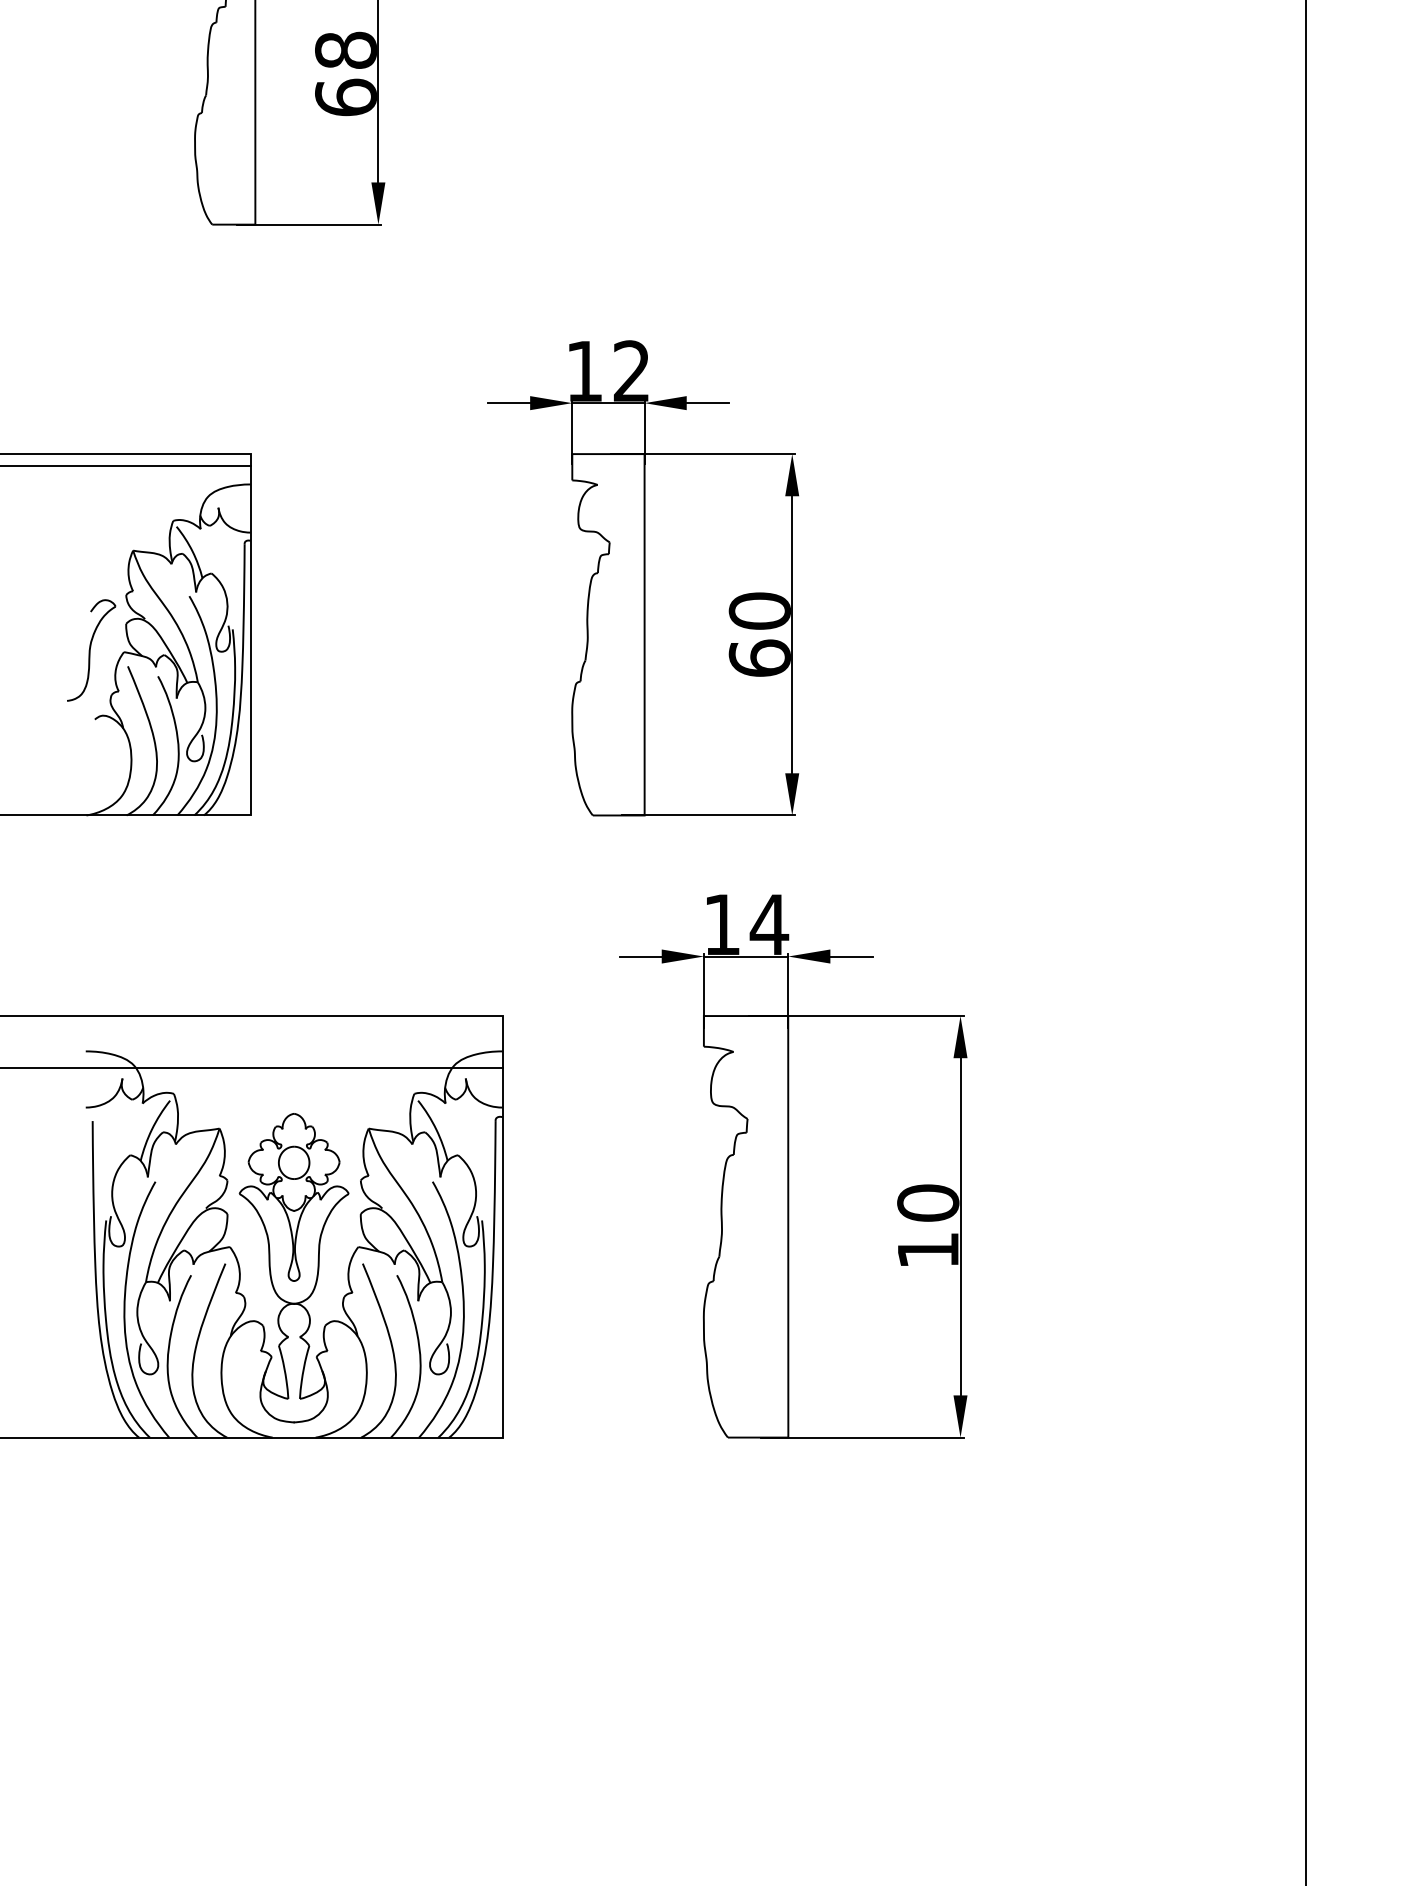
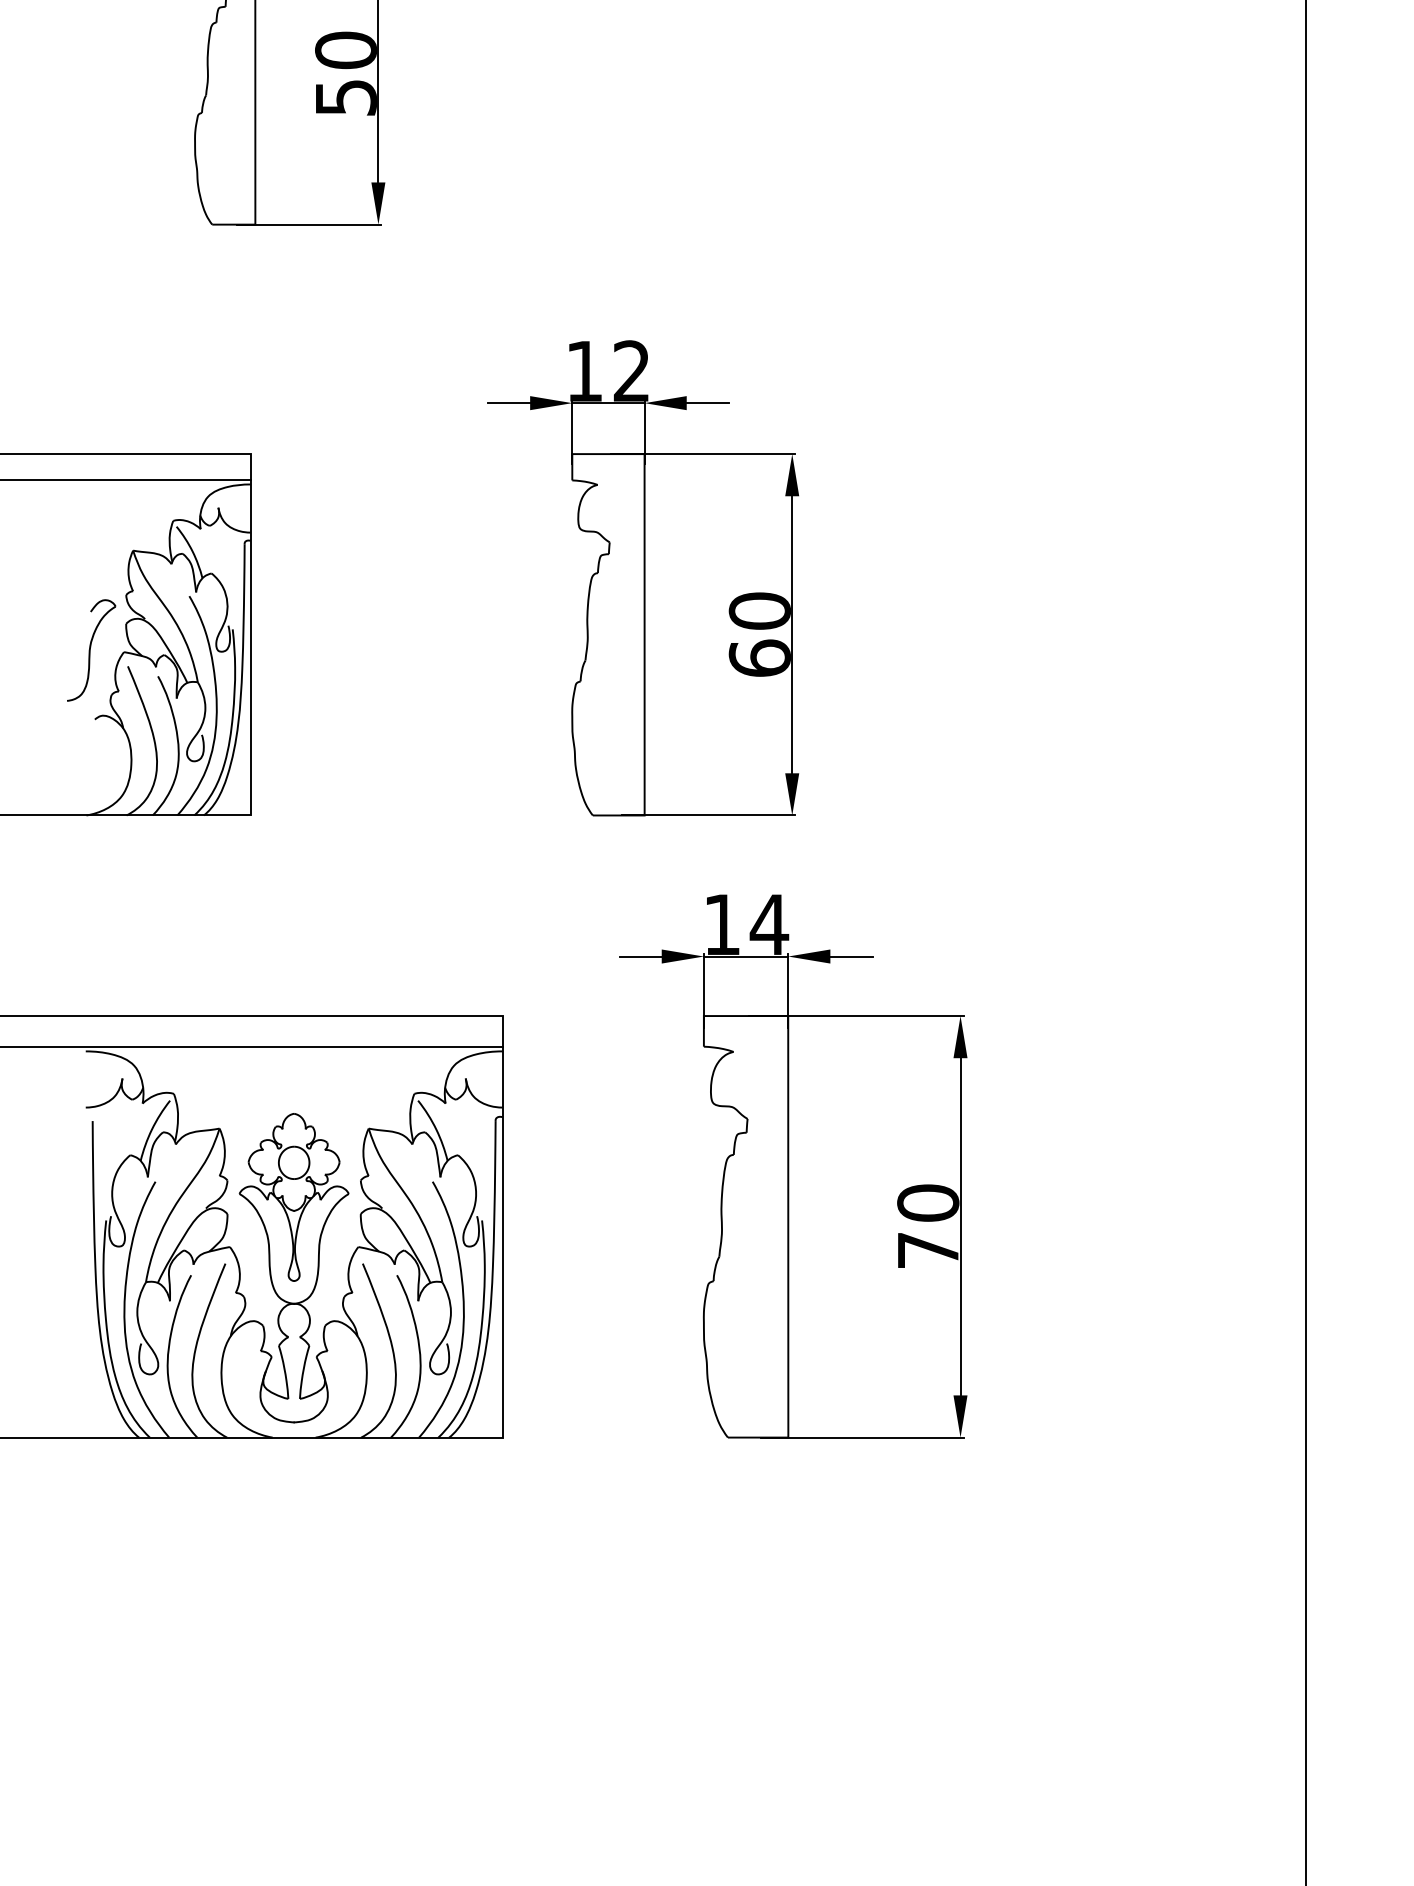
text at (345, 73): 68 -> 50
line at (126, 466) position: (126, 466) -> (126, 480)
line at (252, 1067) position: (252, 1067) -> (252, 1046)
text at (928, 1250): 10 -> 70
